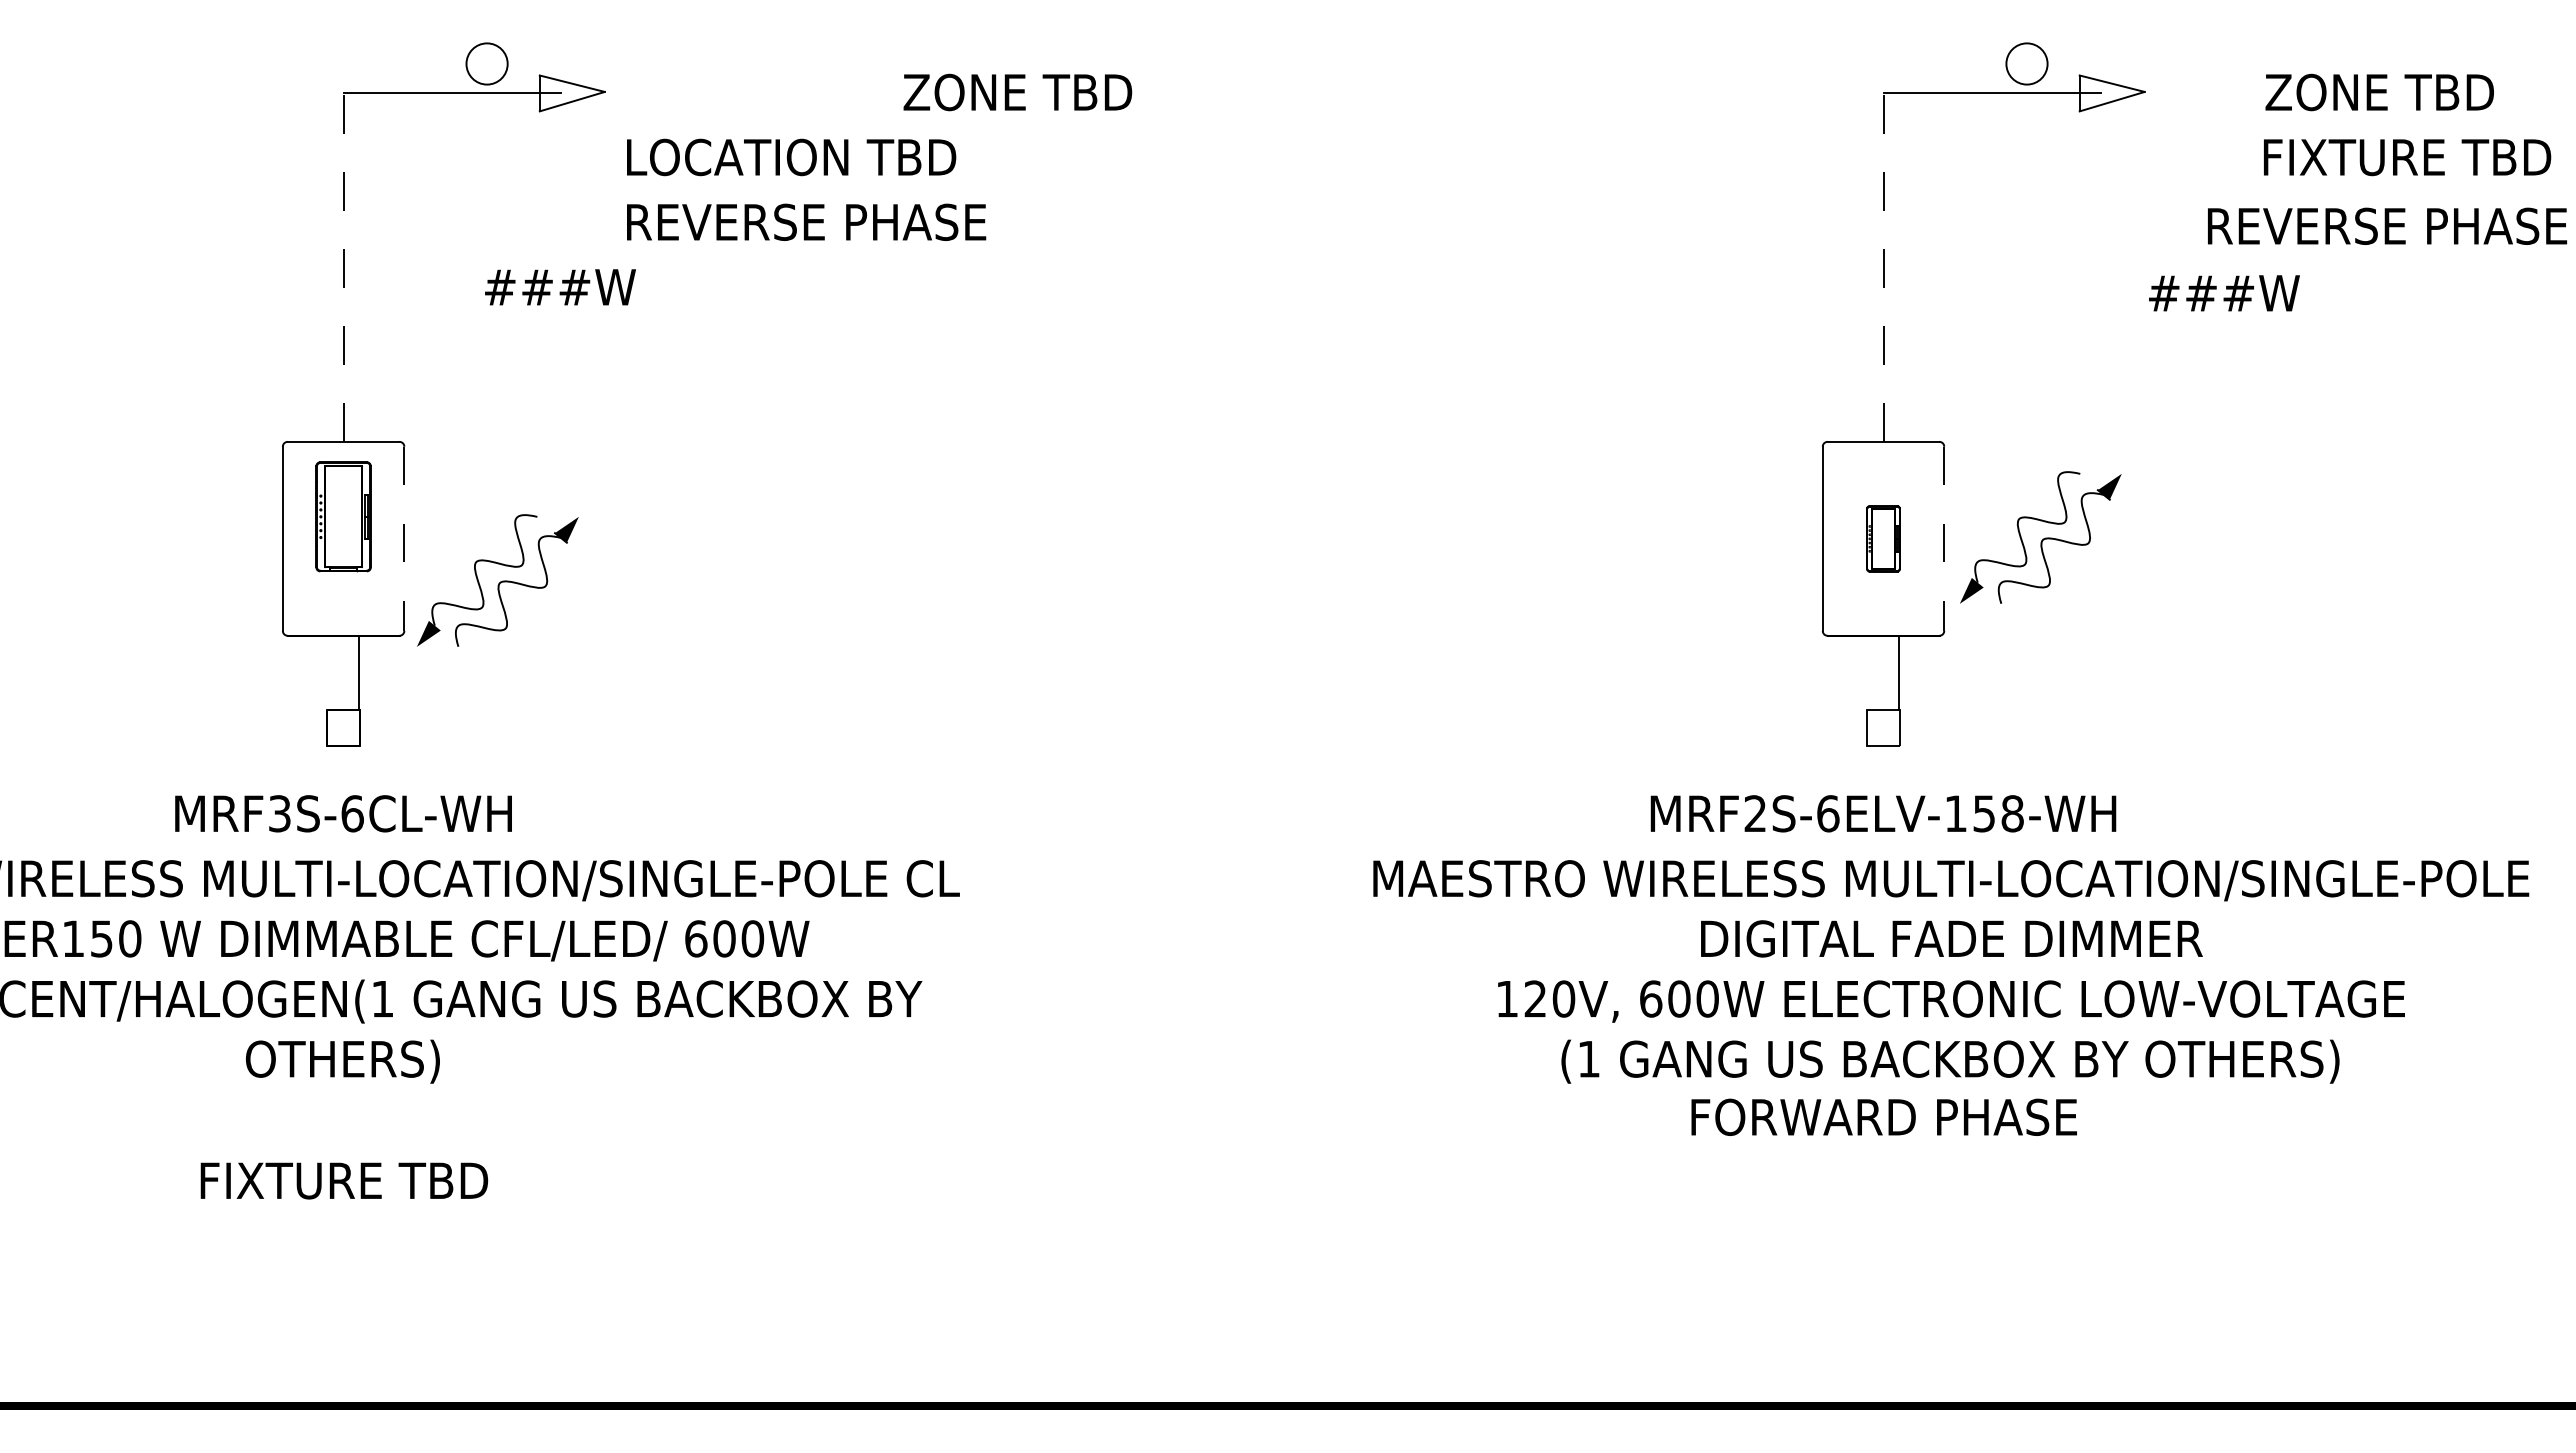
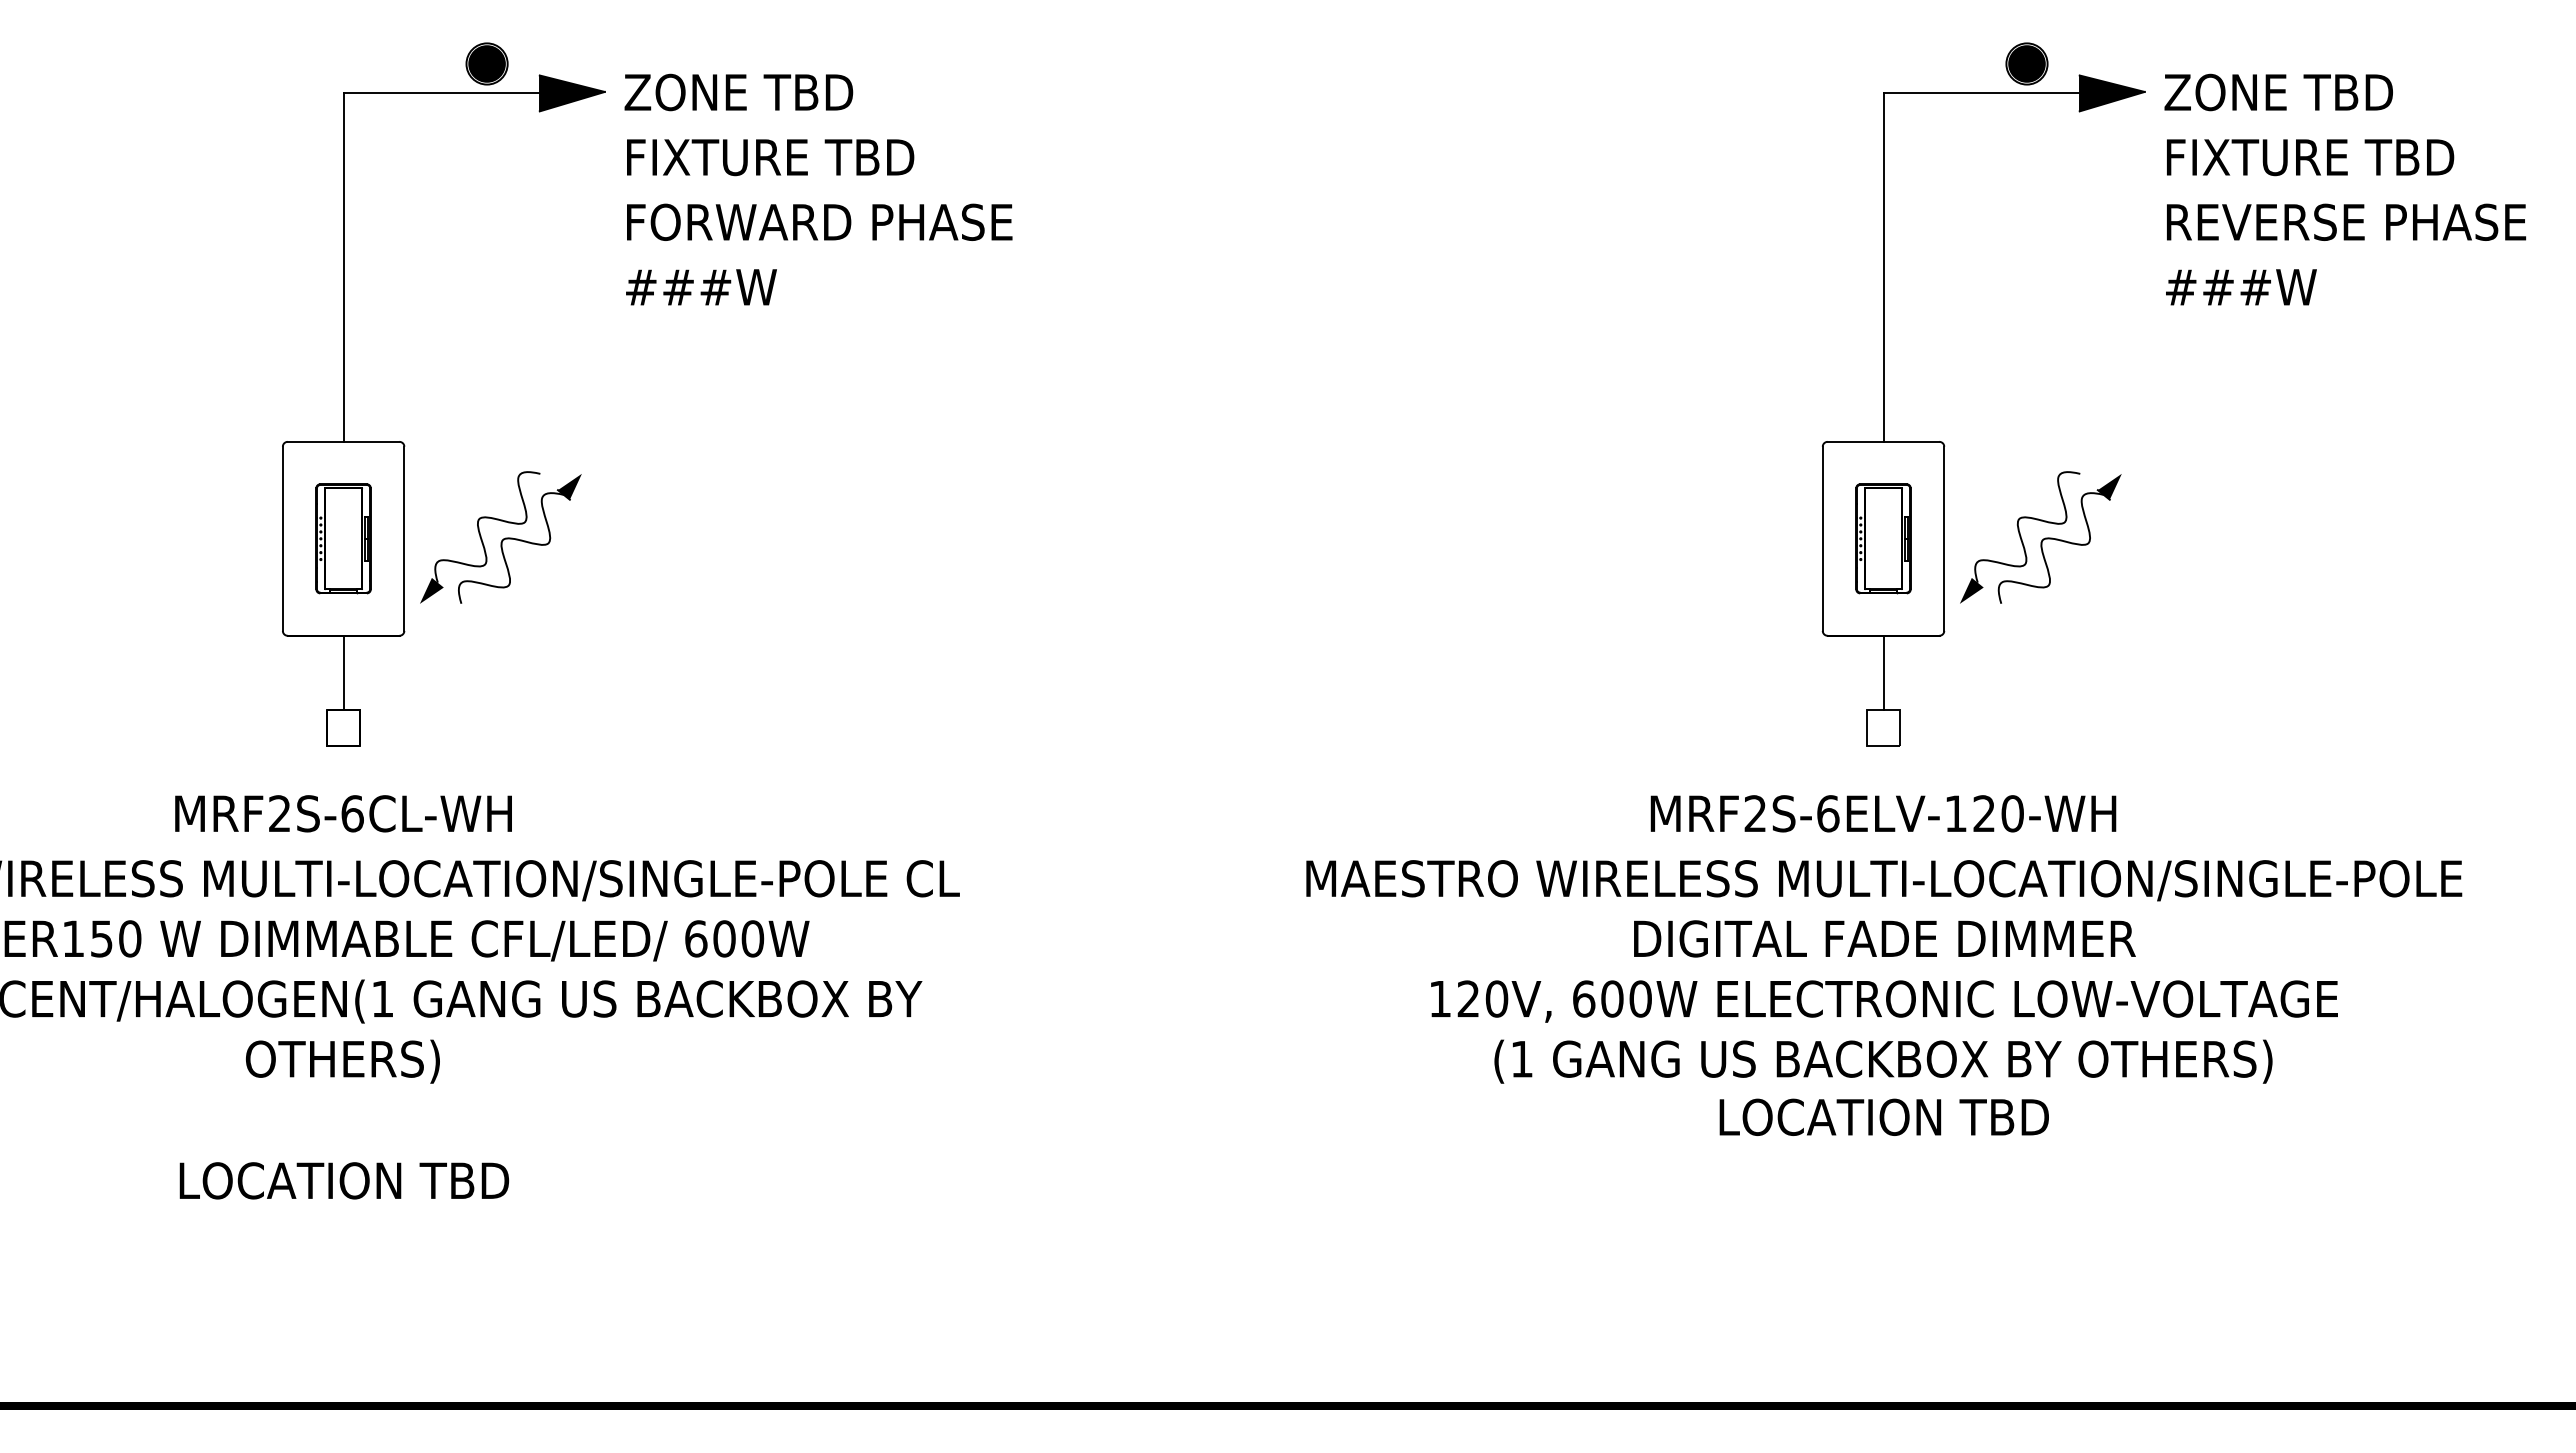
fill at (486, 63): none -> present
fill at (2026, 63): none -> present
text at (1017, 92) position: (1017, 92) -> (738, 92)
text at (2379, 92) position: (2379, 92) -> (2278, 92)
fill at (571, 93): none -> present
fill at (2111, 93): none -> present
text at (793, 157): LOCATION TBD -> FIXTURE TBD
text at (2407, 157) position: (2407, 157) -> (2310, 157)
text at (821, 221): REVERSE PHASE -> FORWARD PHASE
text at (2387, 225) position: (2387, 225) -> (2346, 221)
line at (343, 266): dashed -> solid
line at (1883, 266): dashed -> solid
text at (560, 287) position: (560, 287) -> (701, 287)
text at (2224, 293) position: (2224, 293) -> (2241, 287)
part at (343, 516) position: (343, 516) -> (343, 538)
part at (1883, 538) size: 35x68 px -> 57x112 px
line at (404, 539): dashed -> solid
line at (1944, 539): dashed -> solid
part at (497, 580) position: (497, 580) -> (500, 537)
line at (358, 672) position: (358, 672) -> (343, 672)
line at (1898, 672) position: (1898, 672) -> (1883, 672)
text at (279, 813): MRF3S-6CL-WH -> MRF2S-6CL-WH
text at (1998, 813): MRF2S-6ELV-158-WH -> MRF2S-6ELV-120-WH
text at (1951, 971) position: (1951, 971) -> (1884, 971)
text at (1883, 1116): FORWARD PHASE -> LOCATION TBD
text at (344, 1180): FIXTURE TBD -> LOCATION TBD
